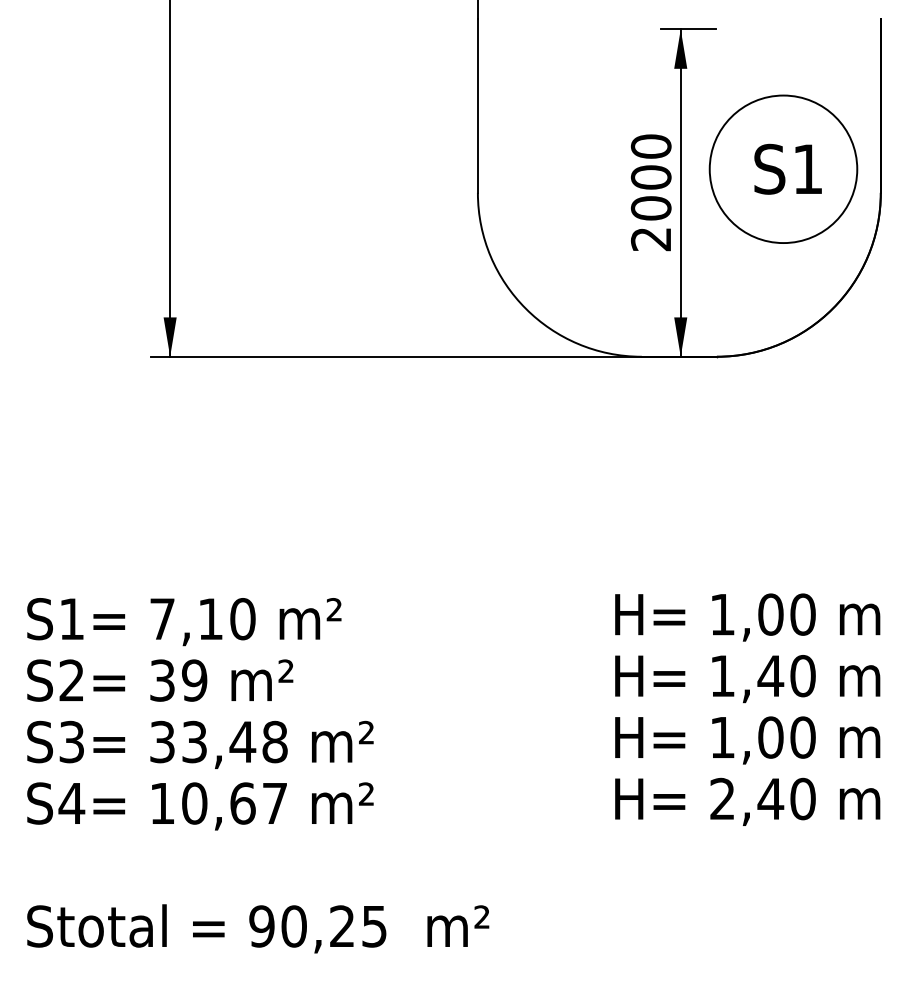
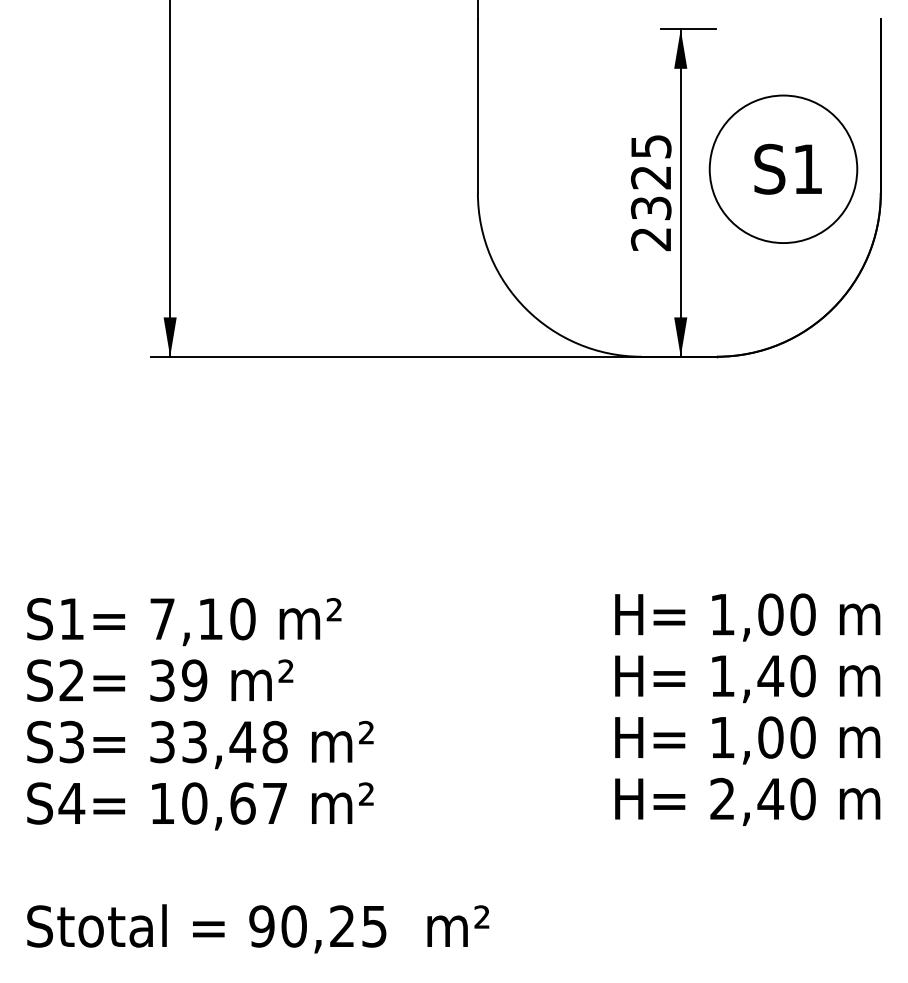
text at (650, 177): 2000 -> 2325
